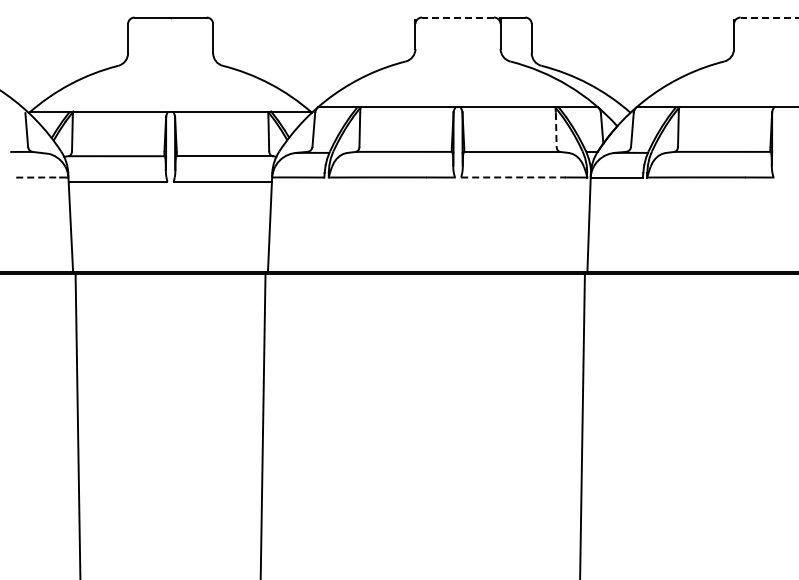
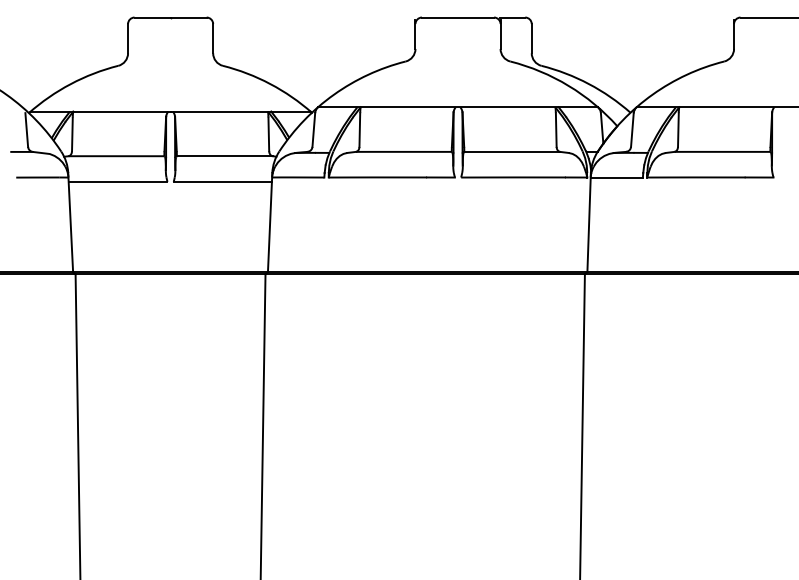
line at (457, 17): dashed -> solid
line at (769, 17): dashed -> solid
line at (556, 130): dashed -> solid
line at (37, 177): dashed -> solid
line at (513, 177): dashed -> solid
